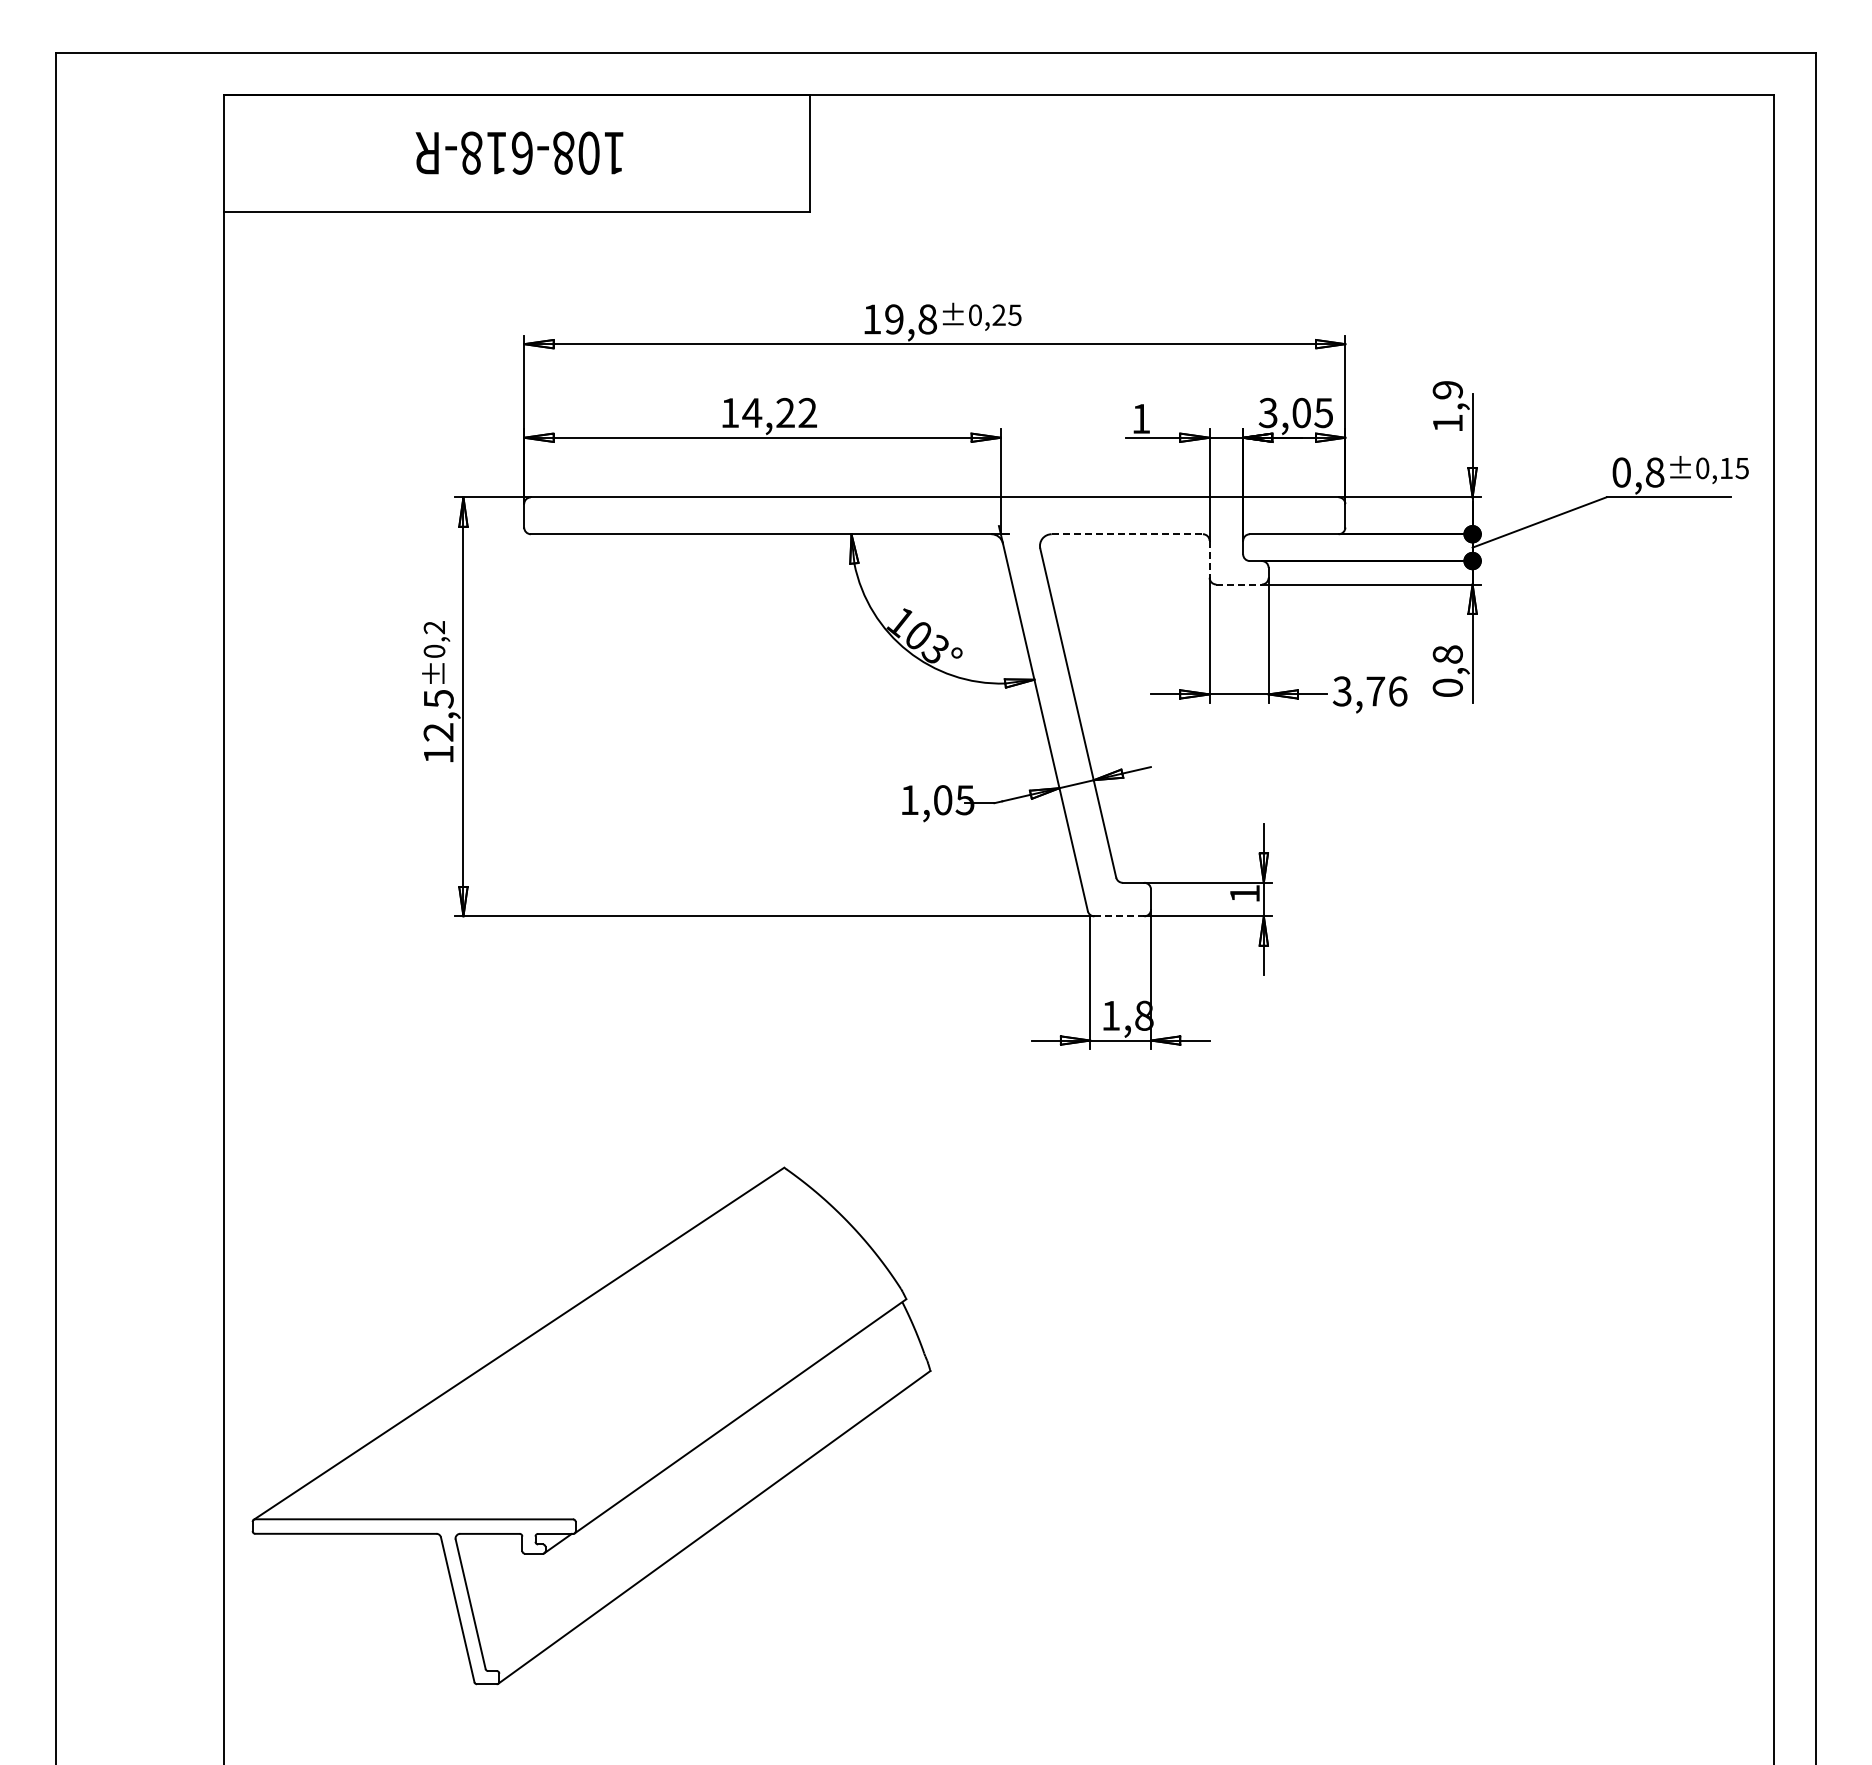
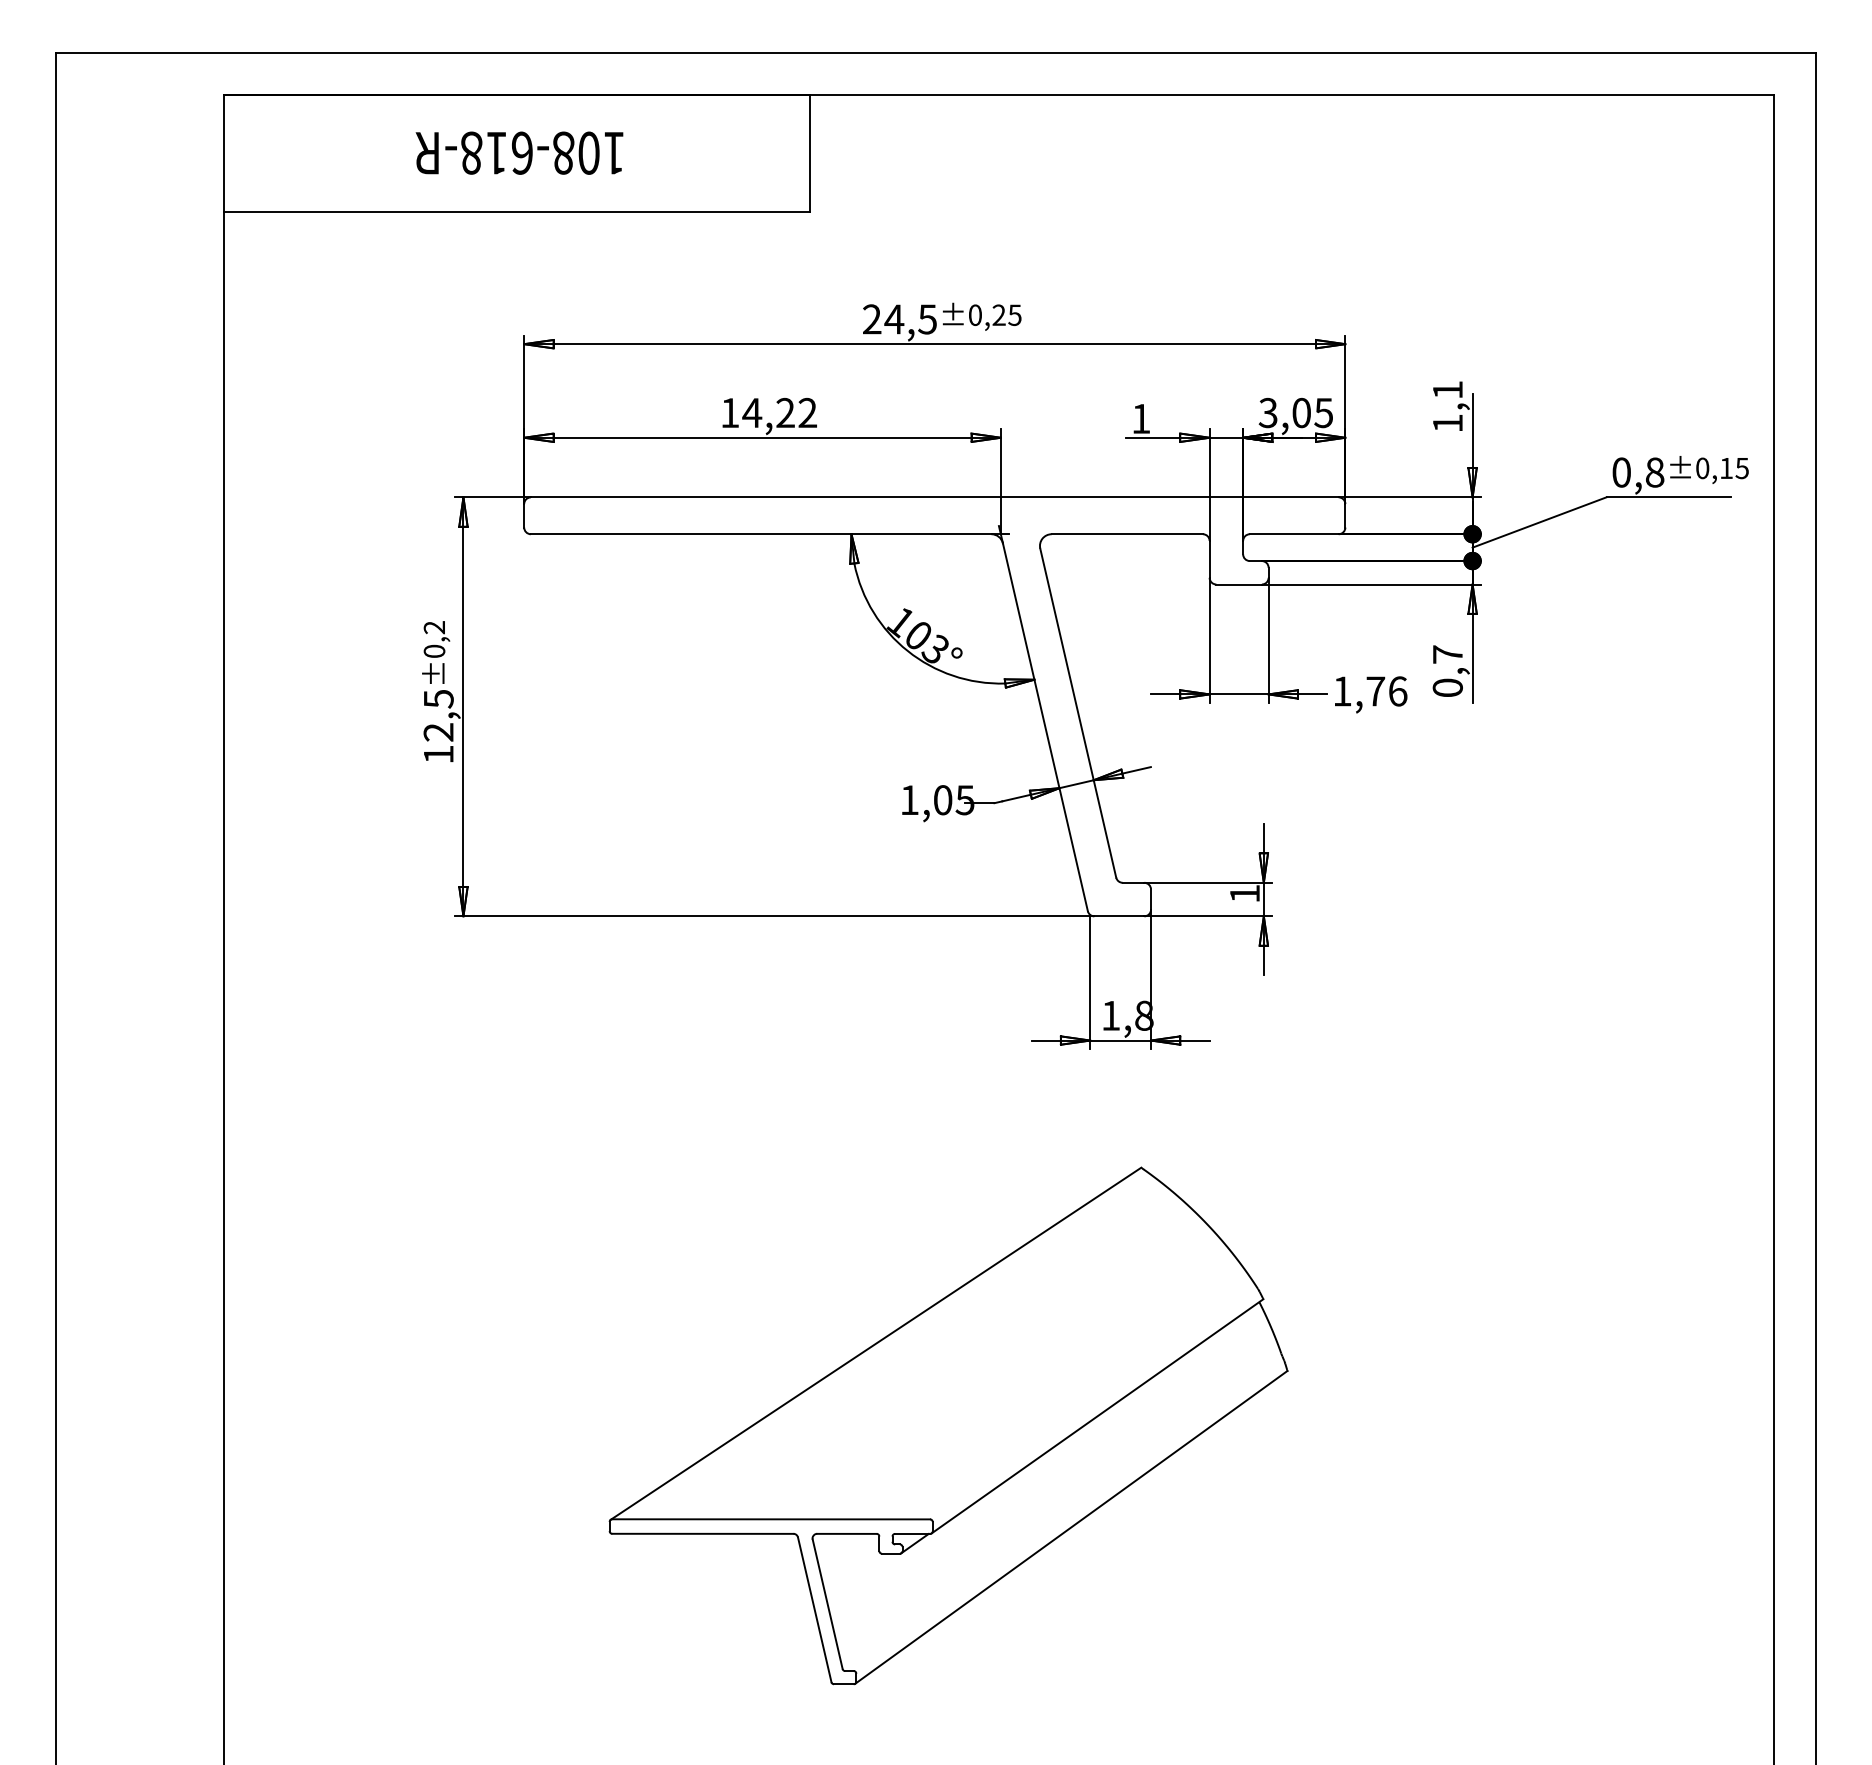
text at (899, 319): 19,8 -> 24,5
text at (1447, 390): 1,9 -> 1,1
line at (1127, 534): dashed -> solid
line at (1209, 559): dashed -> solid
line at (1239, 584): dashed -> solid
text at (1447, 654): 0,8 -> 0,7
text at (1341, 691): 3,76 -> 1,76
line at (1119, 916): dashed -> solid
part at (591, 1425) position: (591, 1425) -> (948, 1425)
